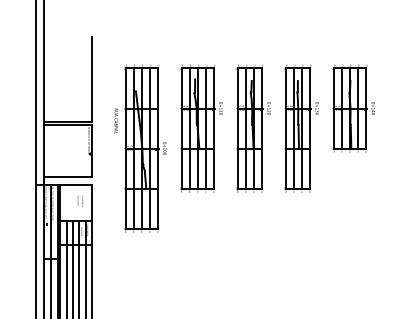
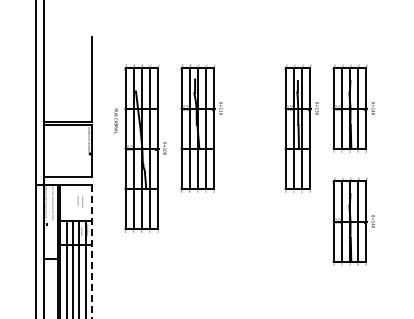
part at (253, 128): present -> none
part at (353, 221): none -> present
line at (50, 249): present -> none
line at (92, 251): solid -> dashed
